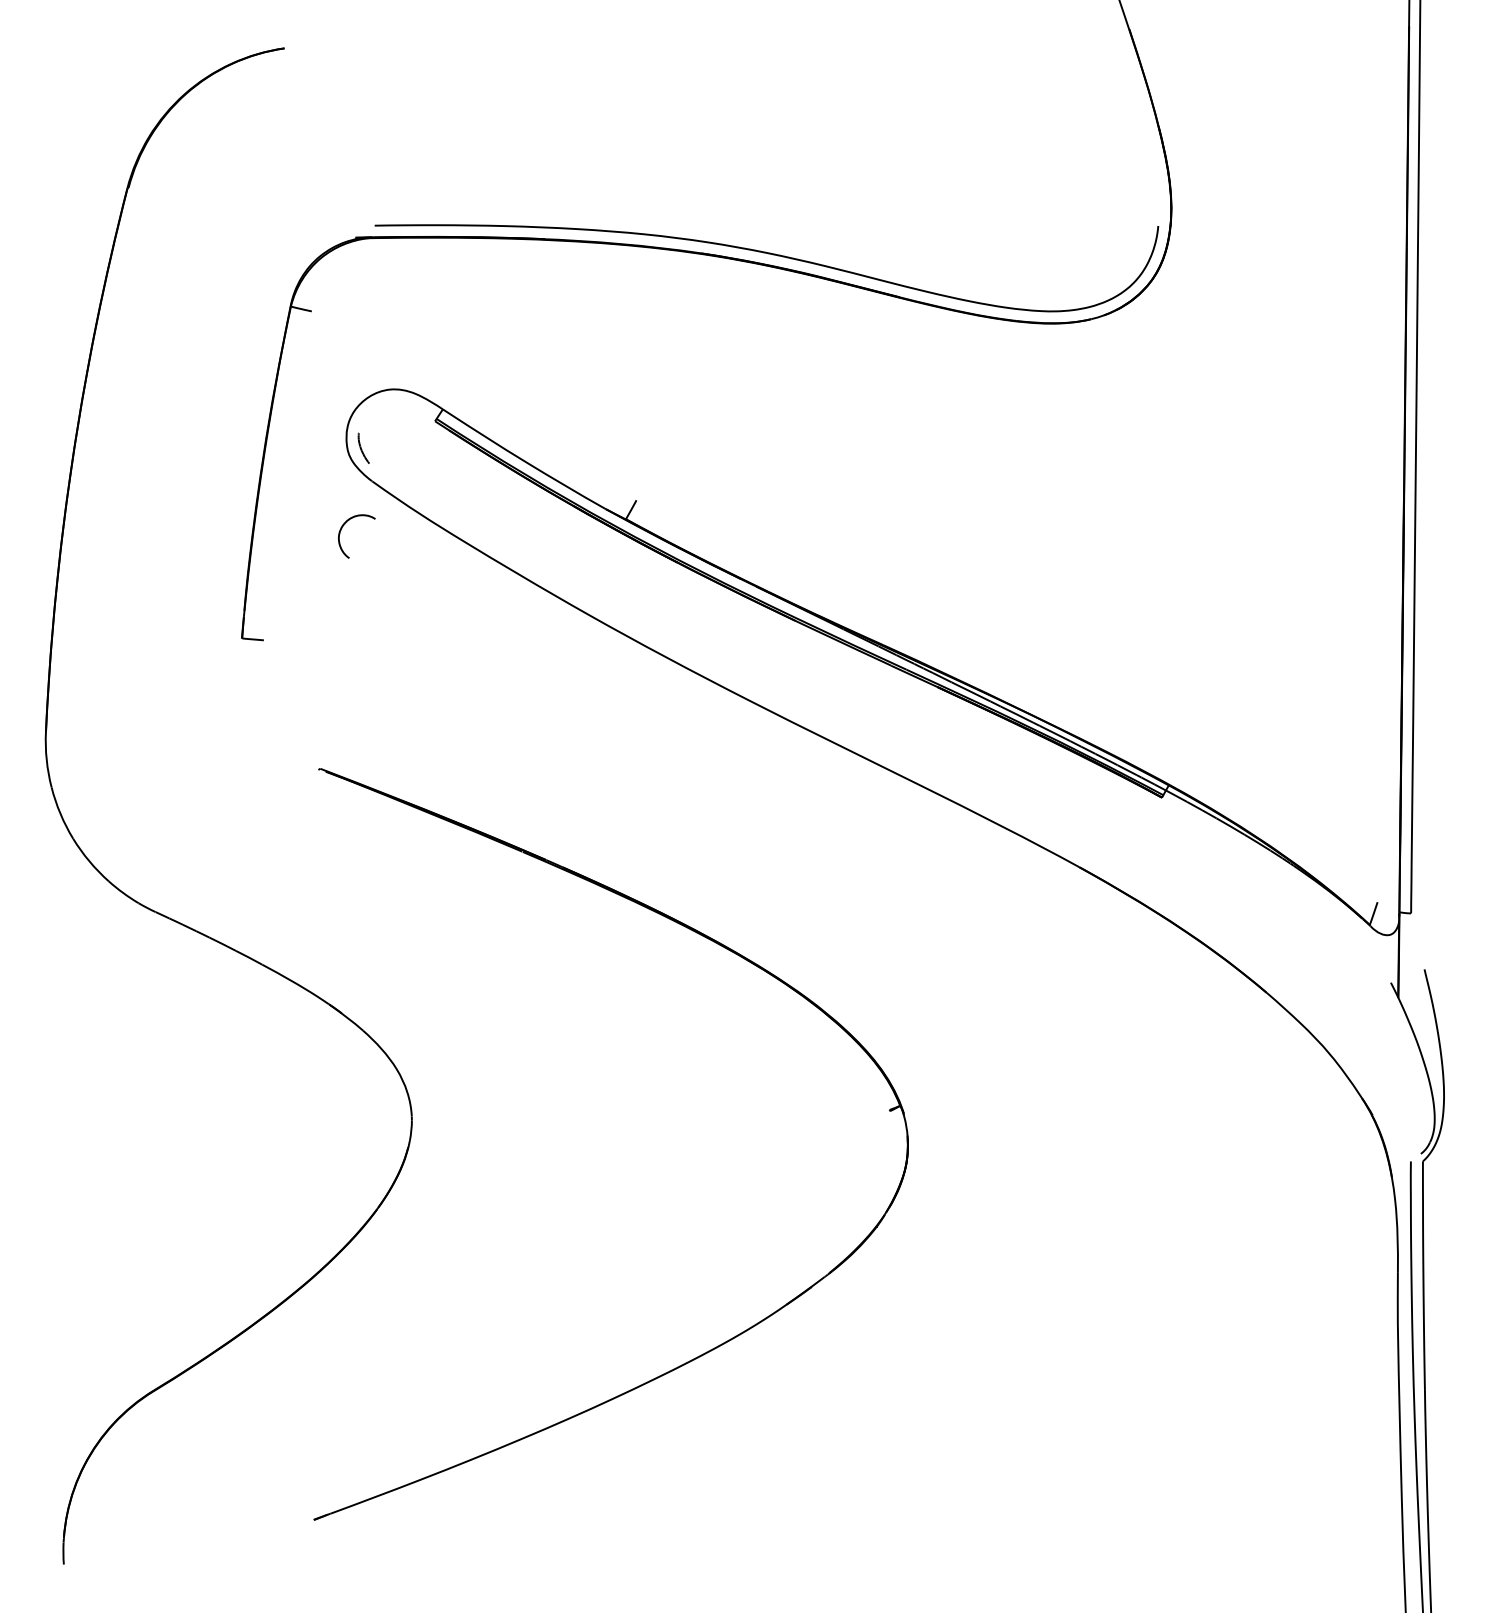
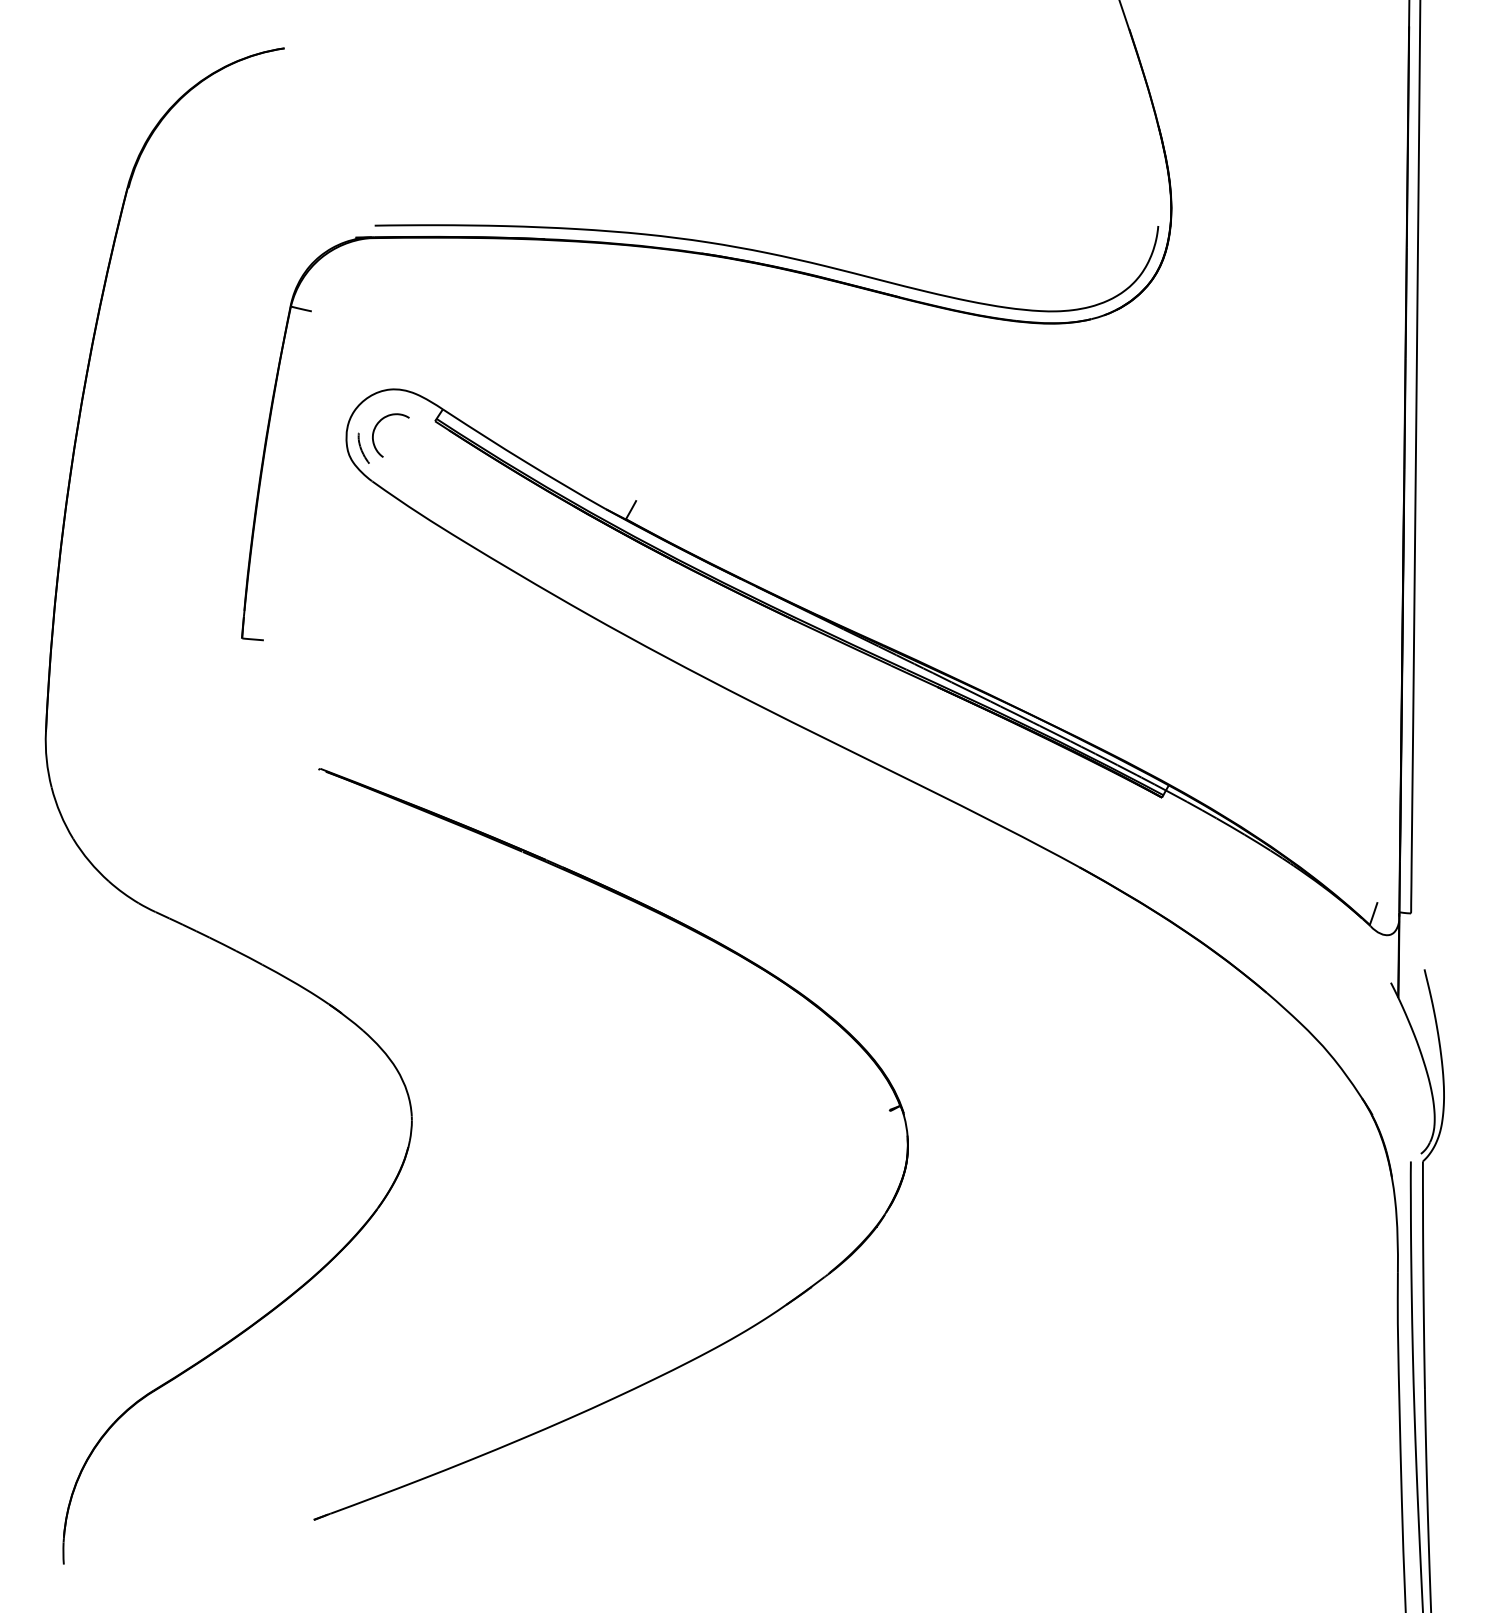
curve at (342, 528) position: (342, 528) -> (376, 427)
